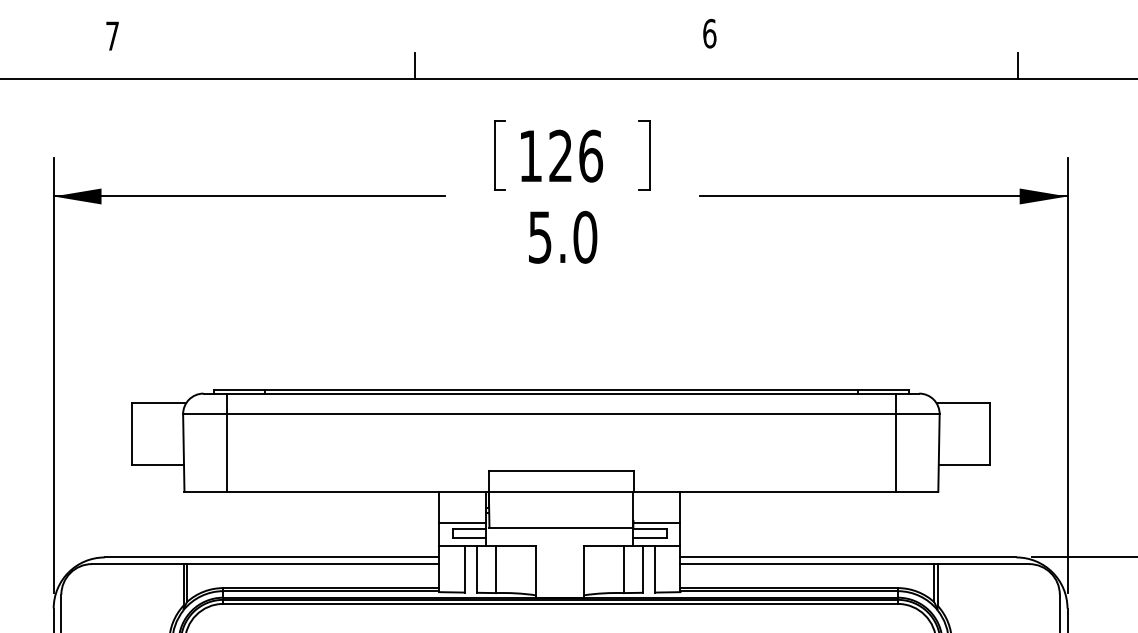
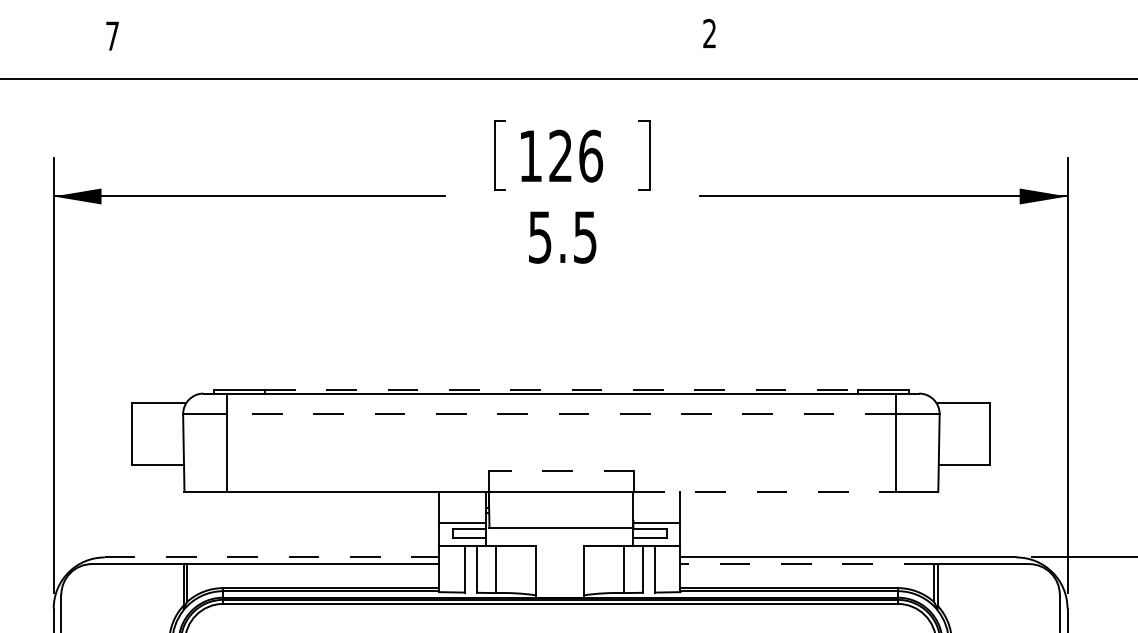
text at (709, 33): 6 -> 2
line at (414, 66): present -> none
line at (1018, 66): present -> none
text at (585, 236): 5.0 -> 5.5
line at (561, 389): solid -> dashed
line at (560, 414): solid -> dashed
line at (561, 470): solid -> dashed
line at (764, 491): solid -> dashed
line at (272, 557): solid -> dashed
line at (807, 564): solid -> dashed
